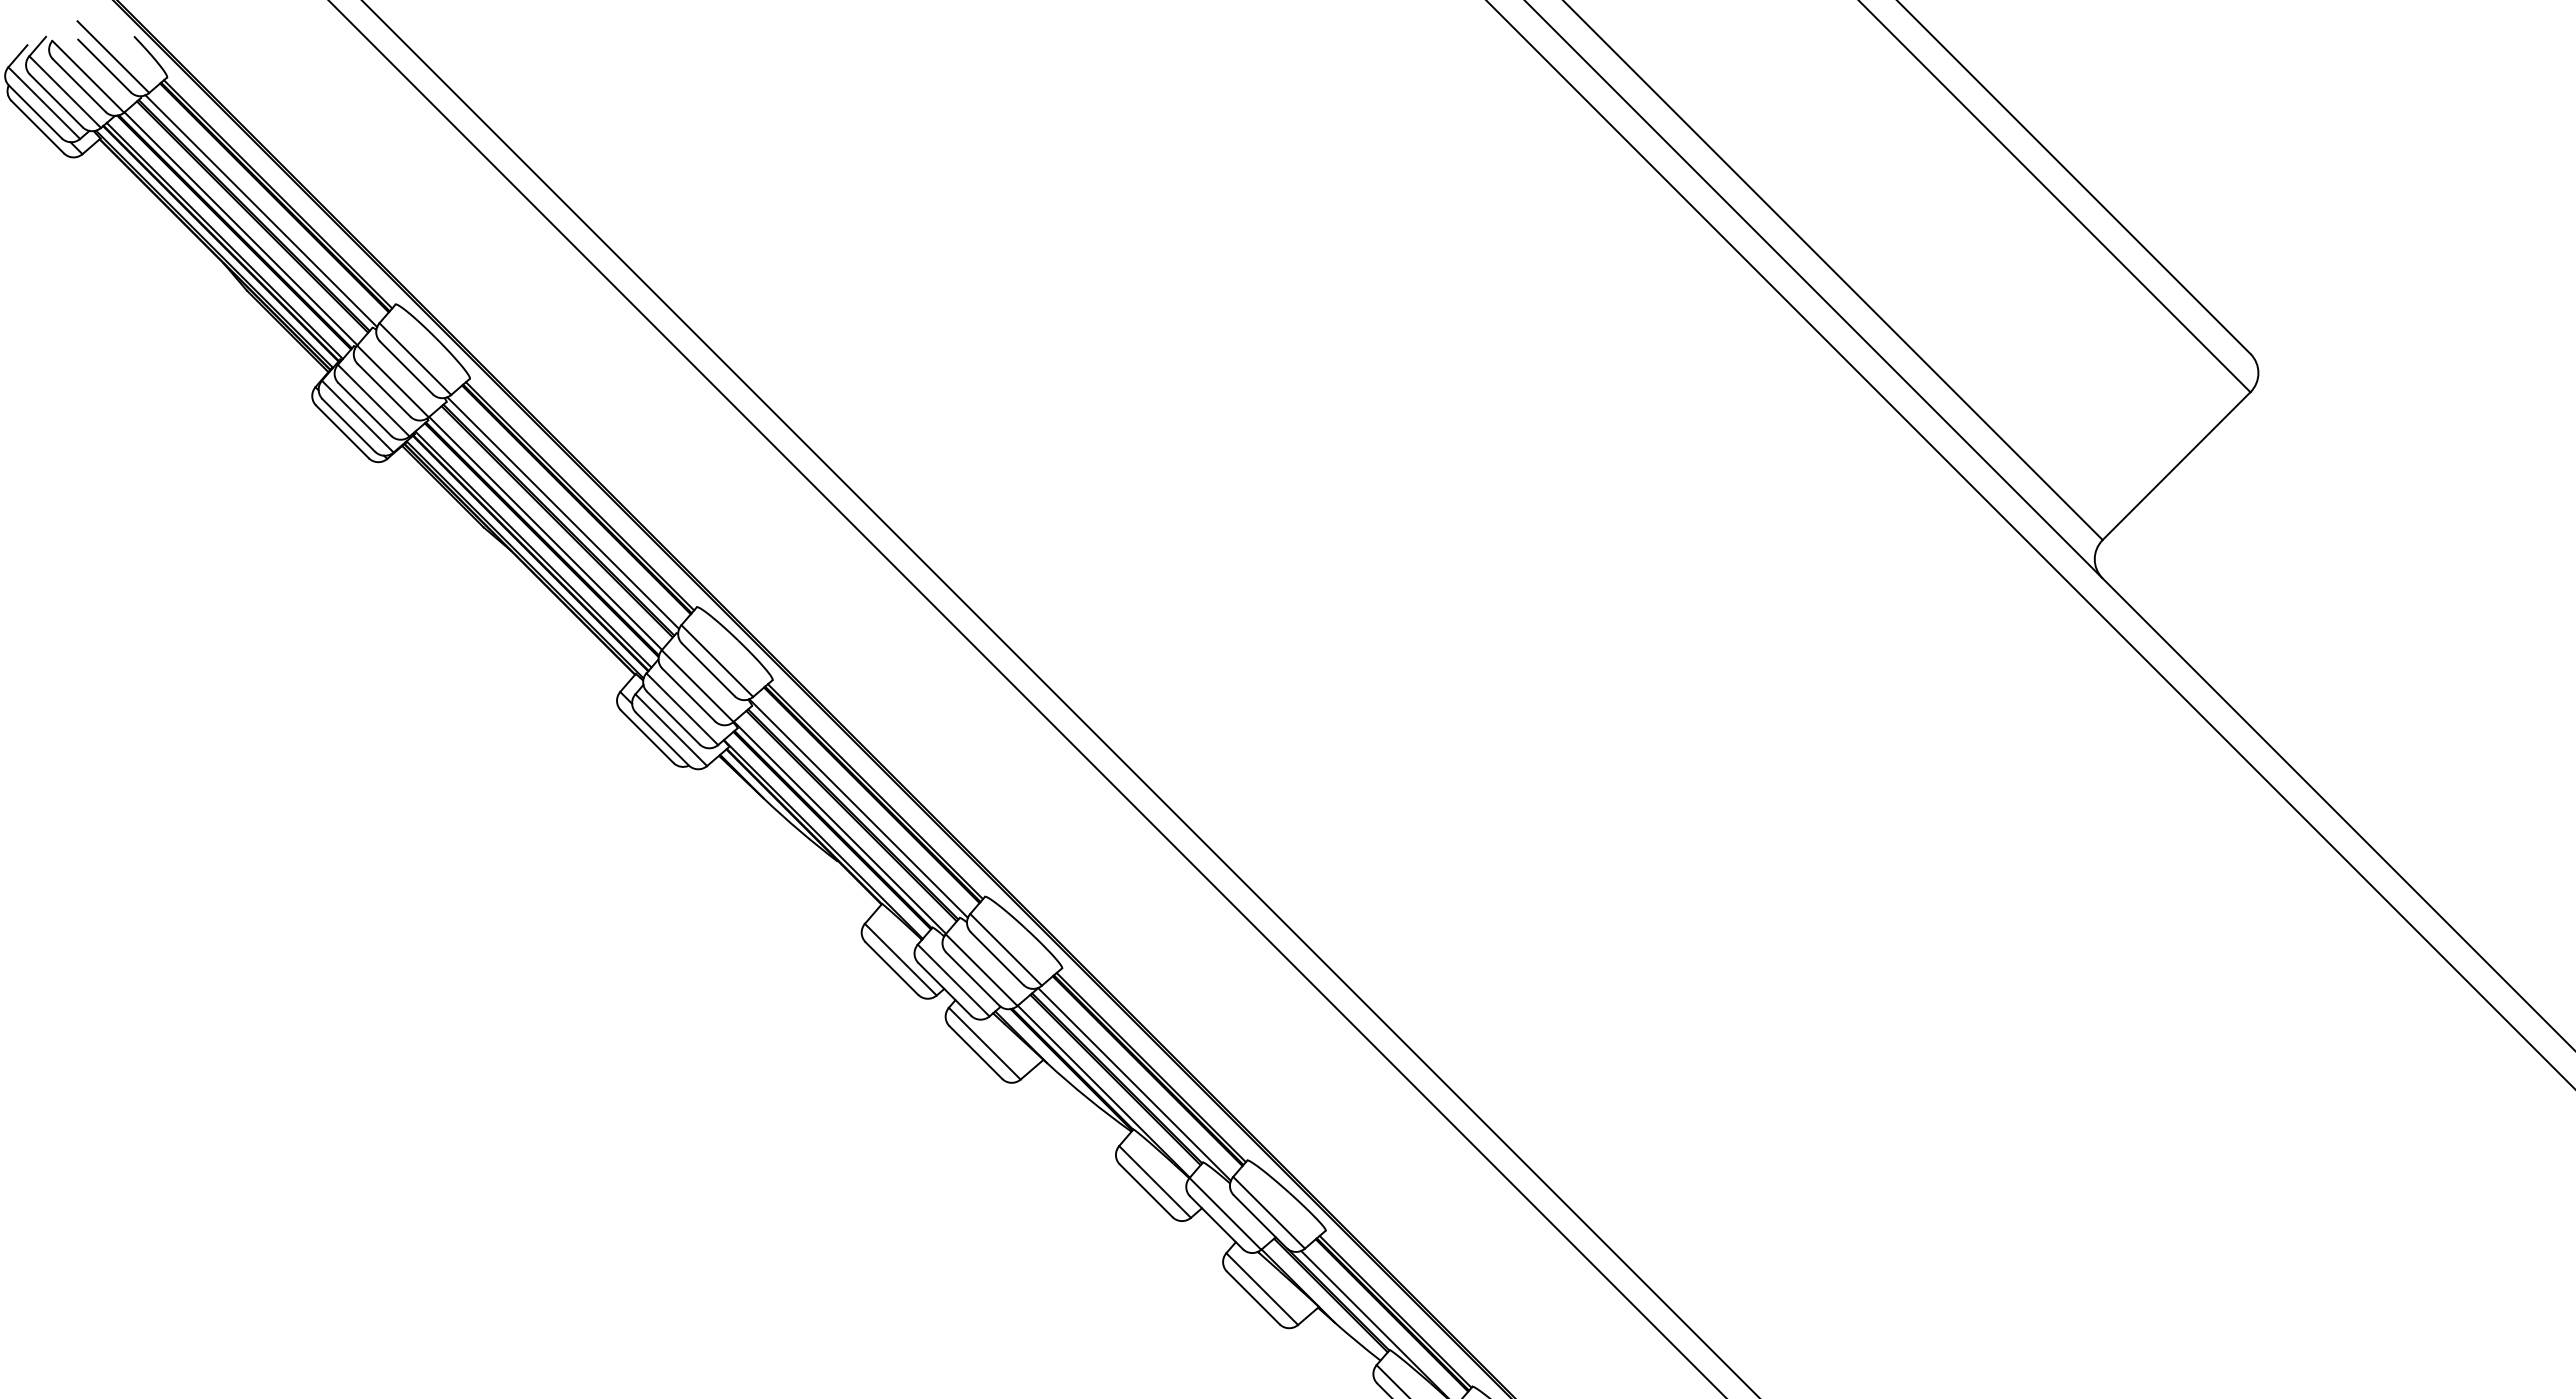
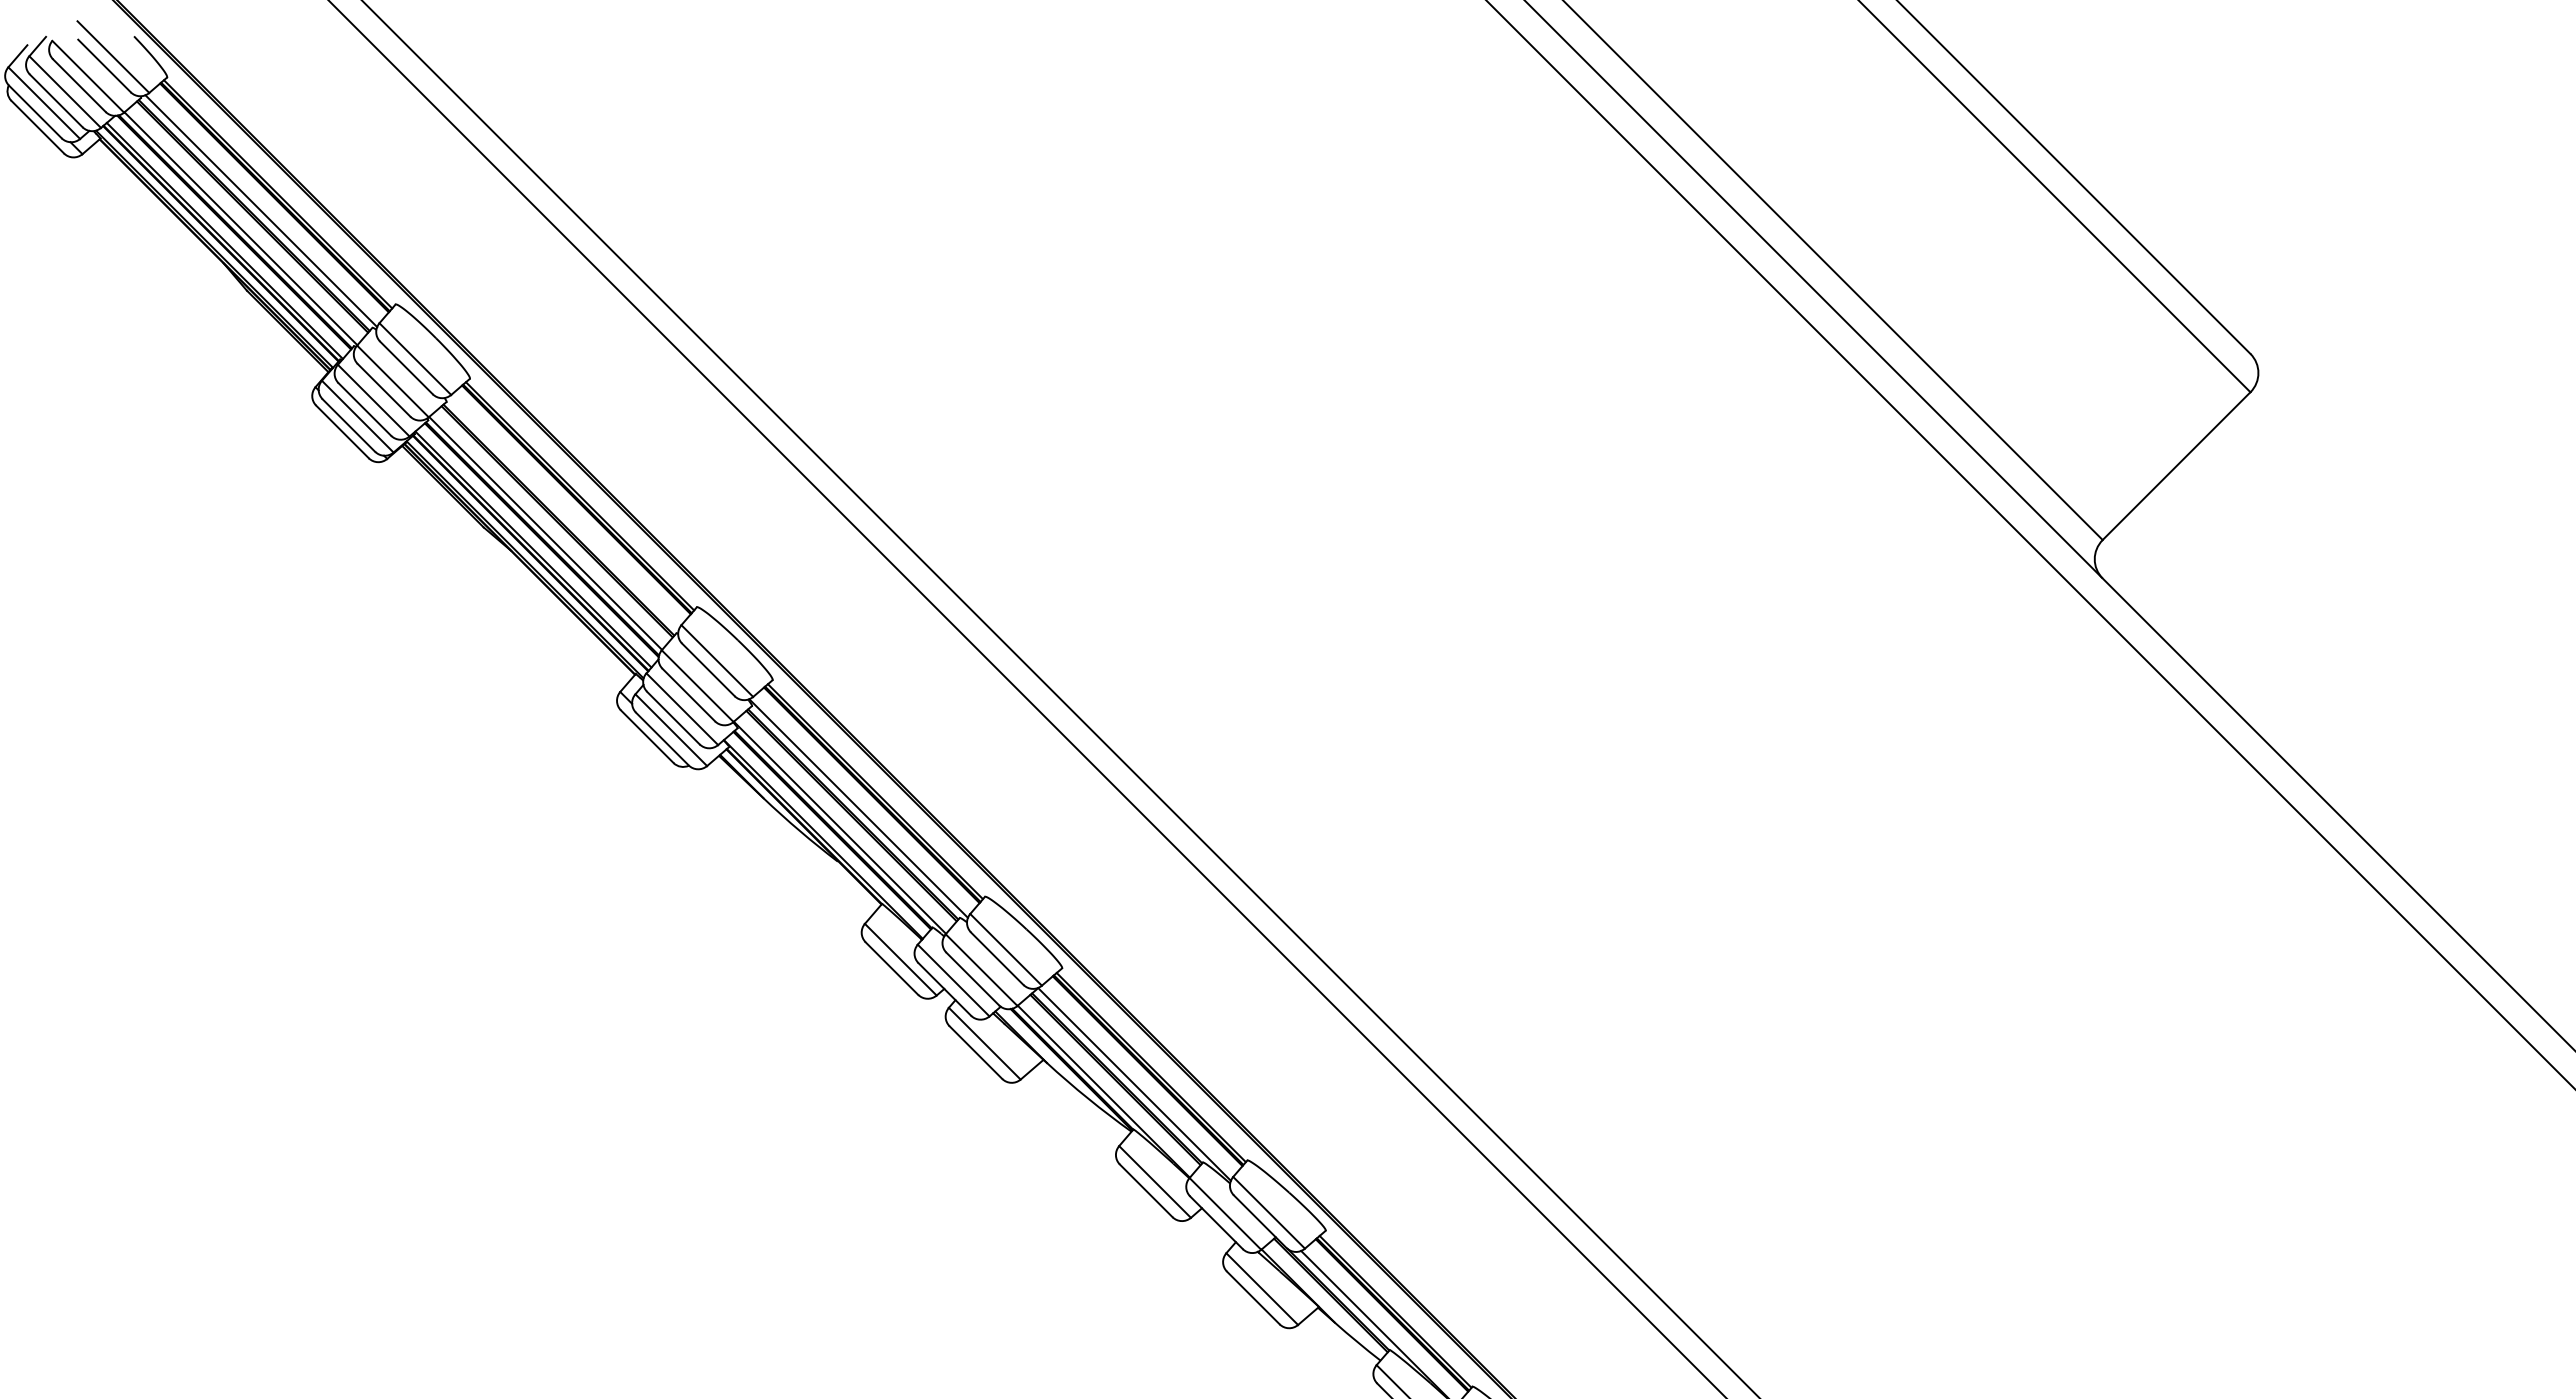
line at (563, 513): present -> none
